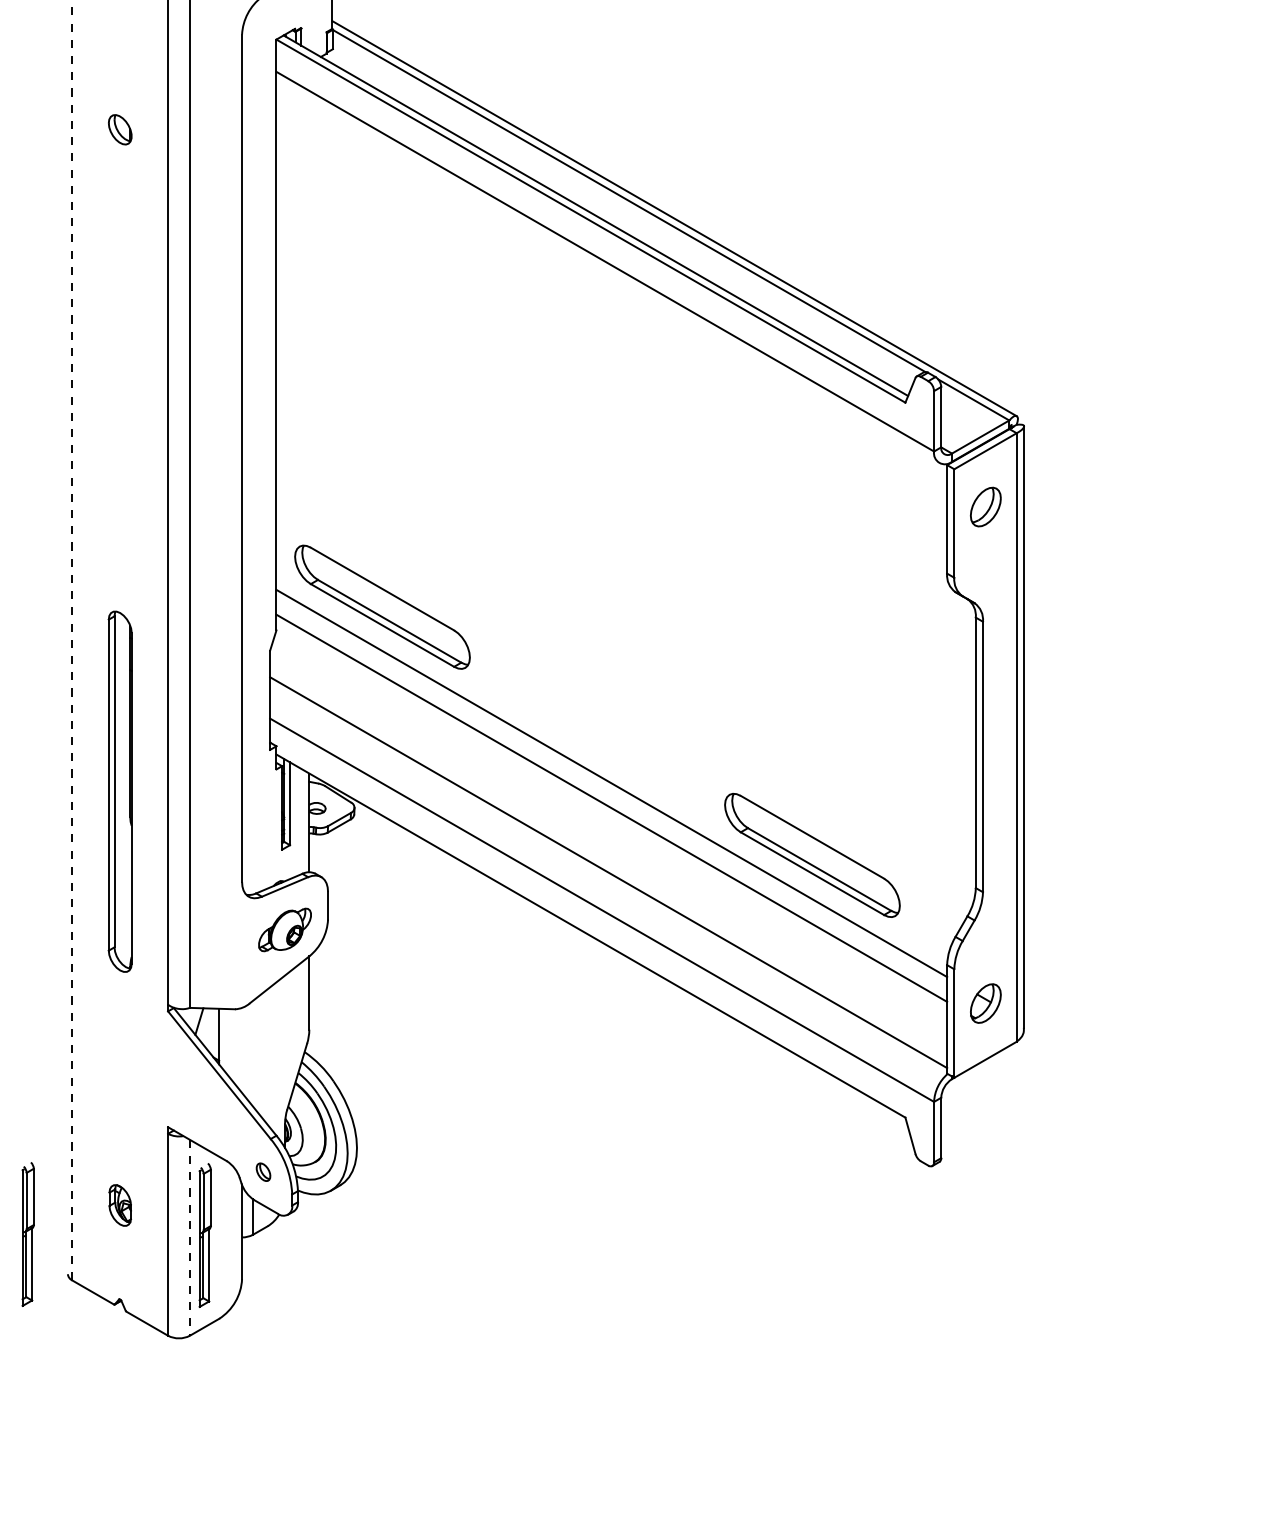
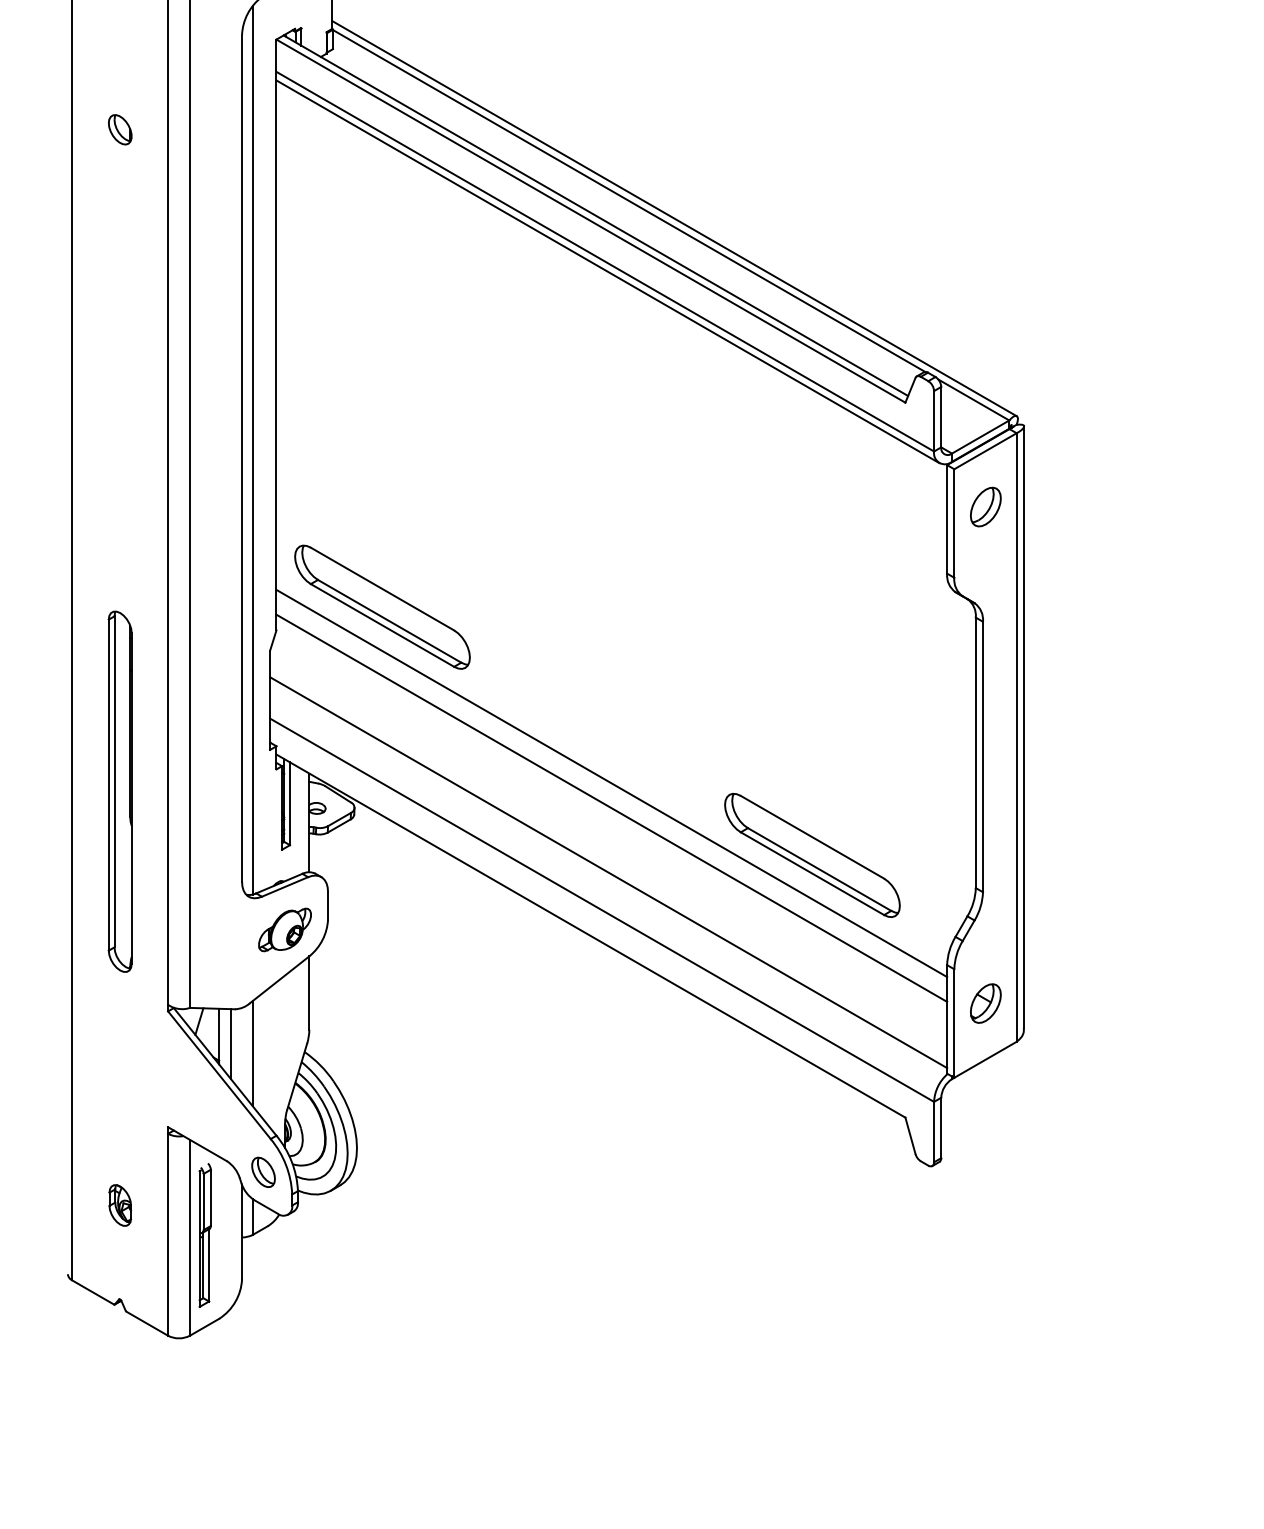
line at (607, 271): none -> present
line at (252, 449): none -> present
line at (72, 640): dashed -> solid
line at (231, 1044): none -> present
line at (252, 1053): none -> present
part at (263, 1171) size: 17x20 px -> 25x32 px
part at (27, 1234): present -> none
line at (189, 1237): dashed -> solid
